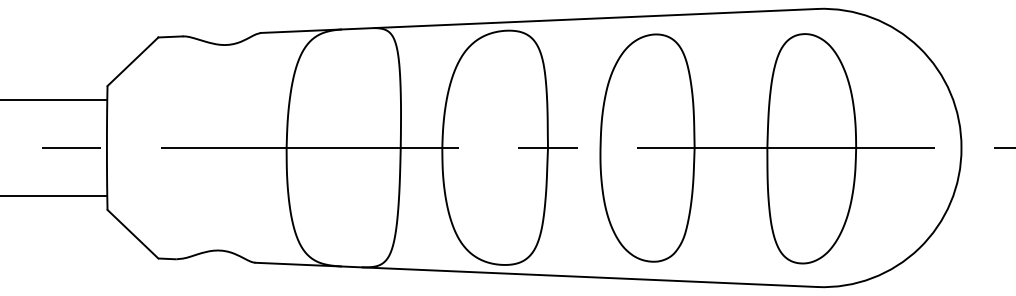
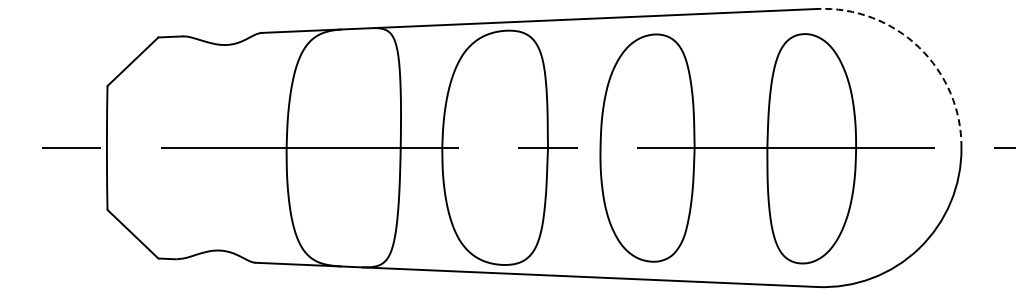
arc at (919, 47): solid -> dashed
line at (54, 100): present -> none
line at (54, 195): present -> none
